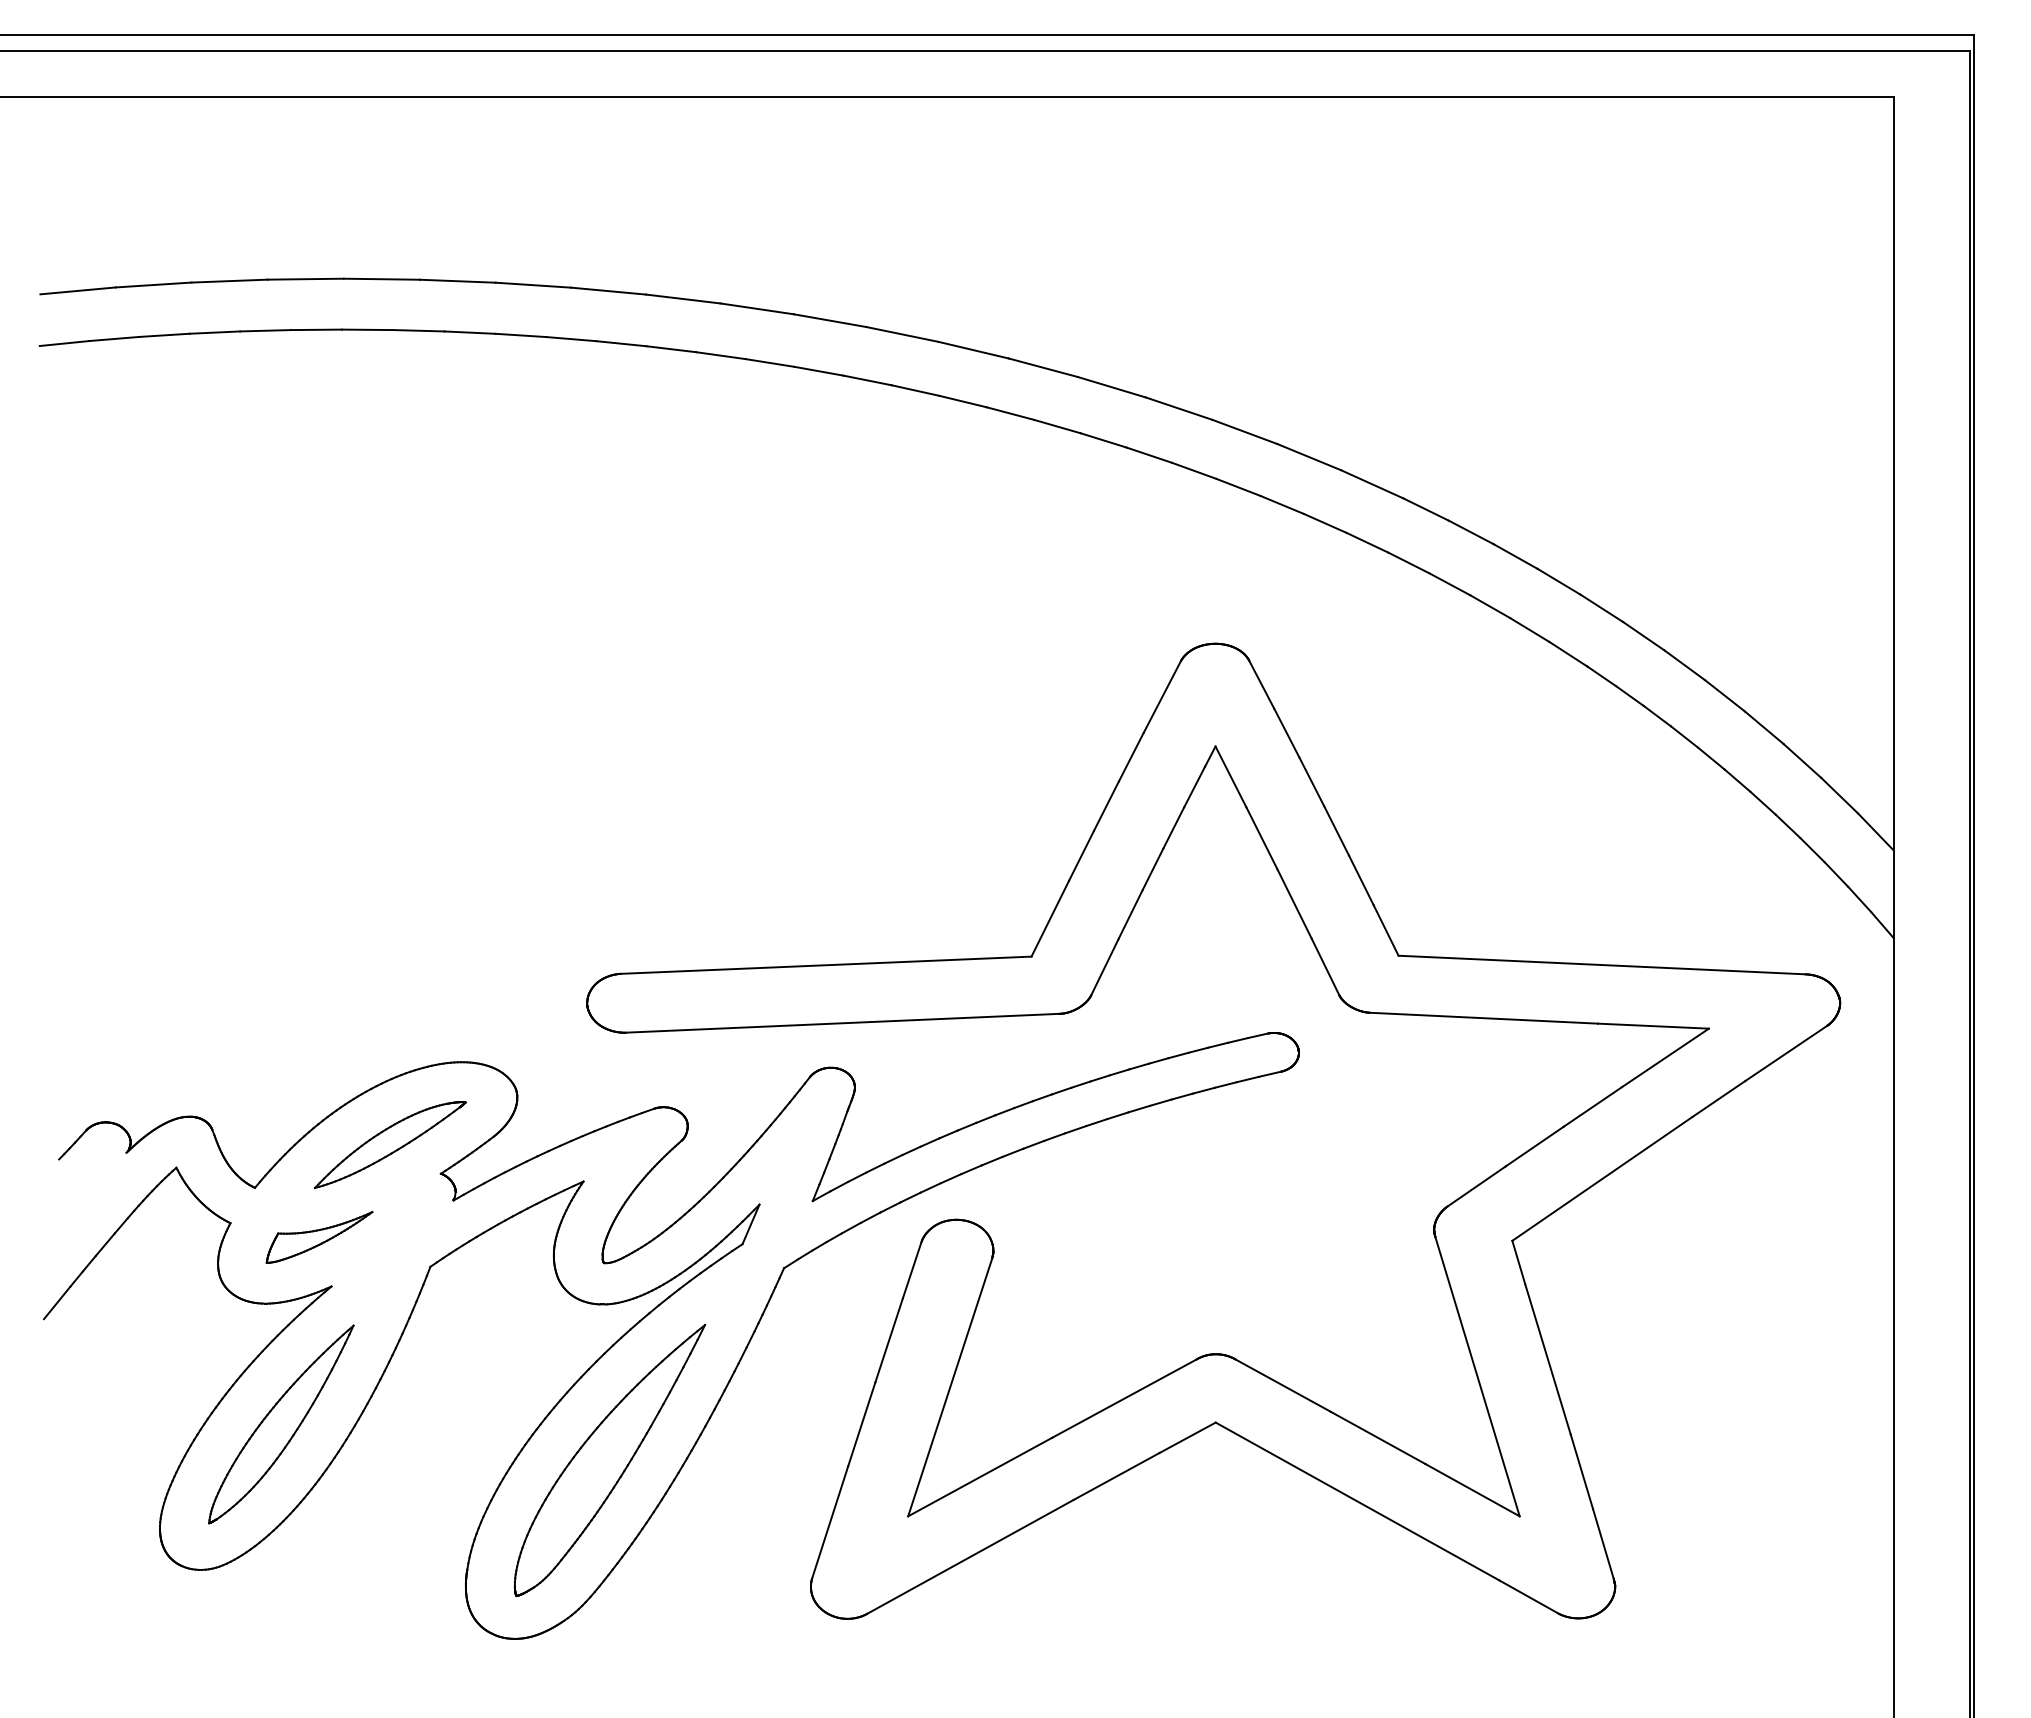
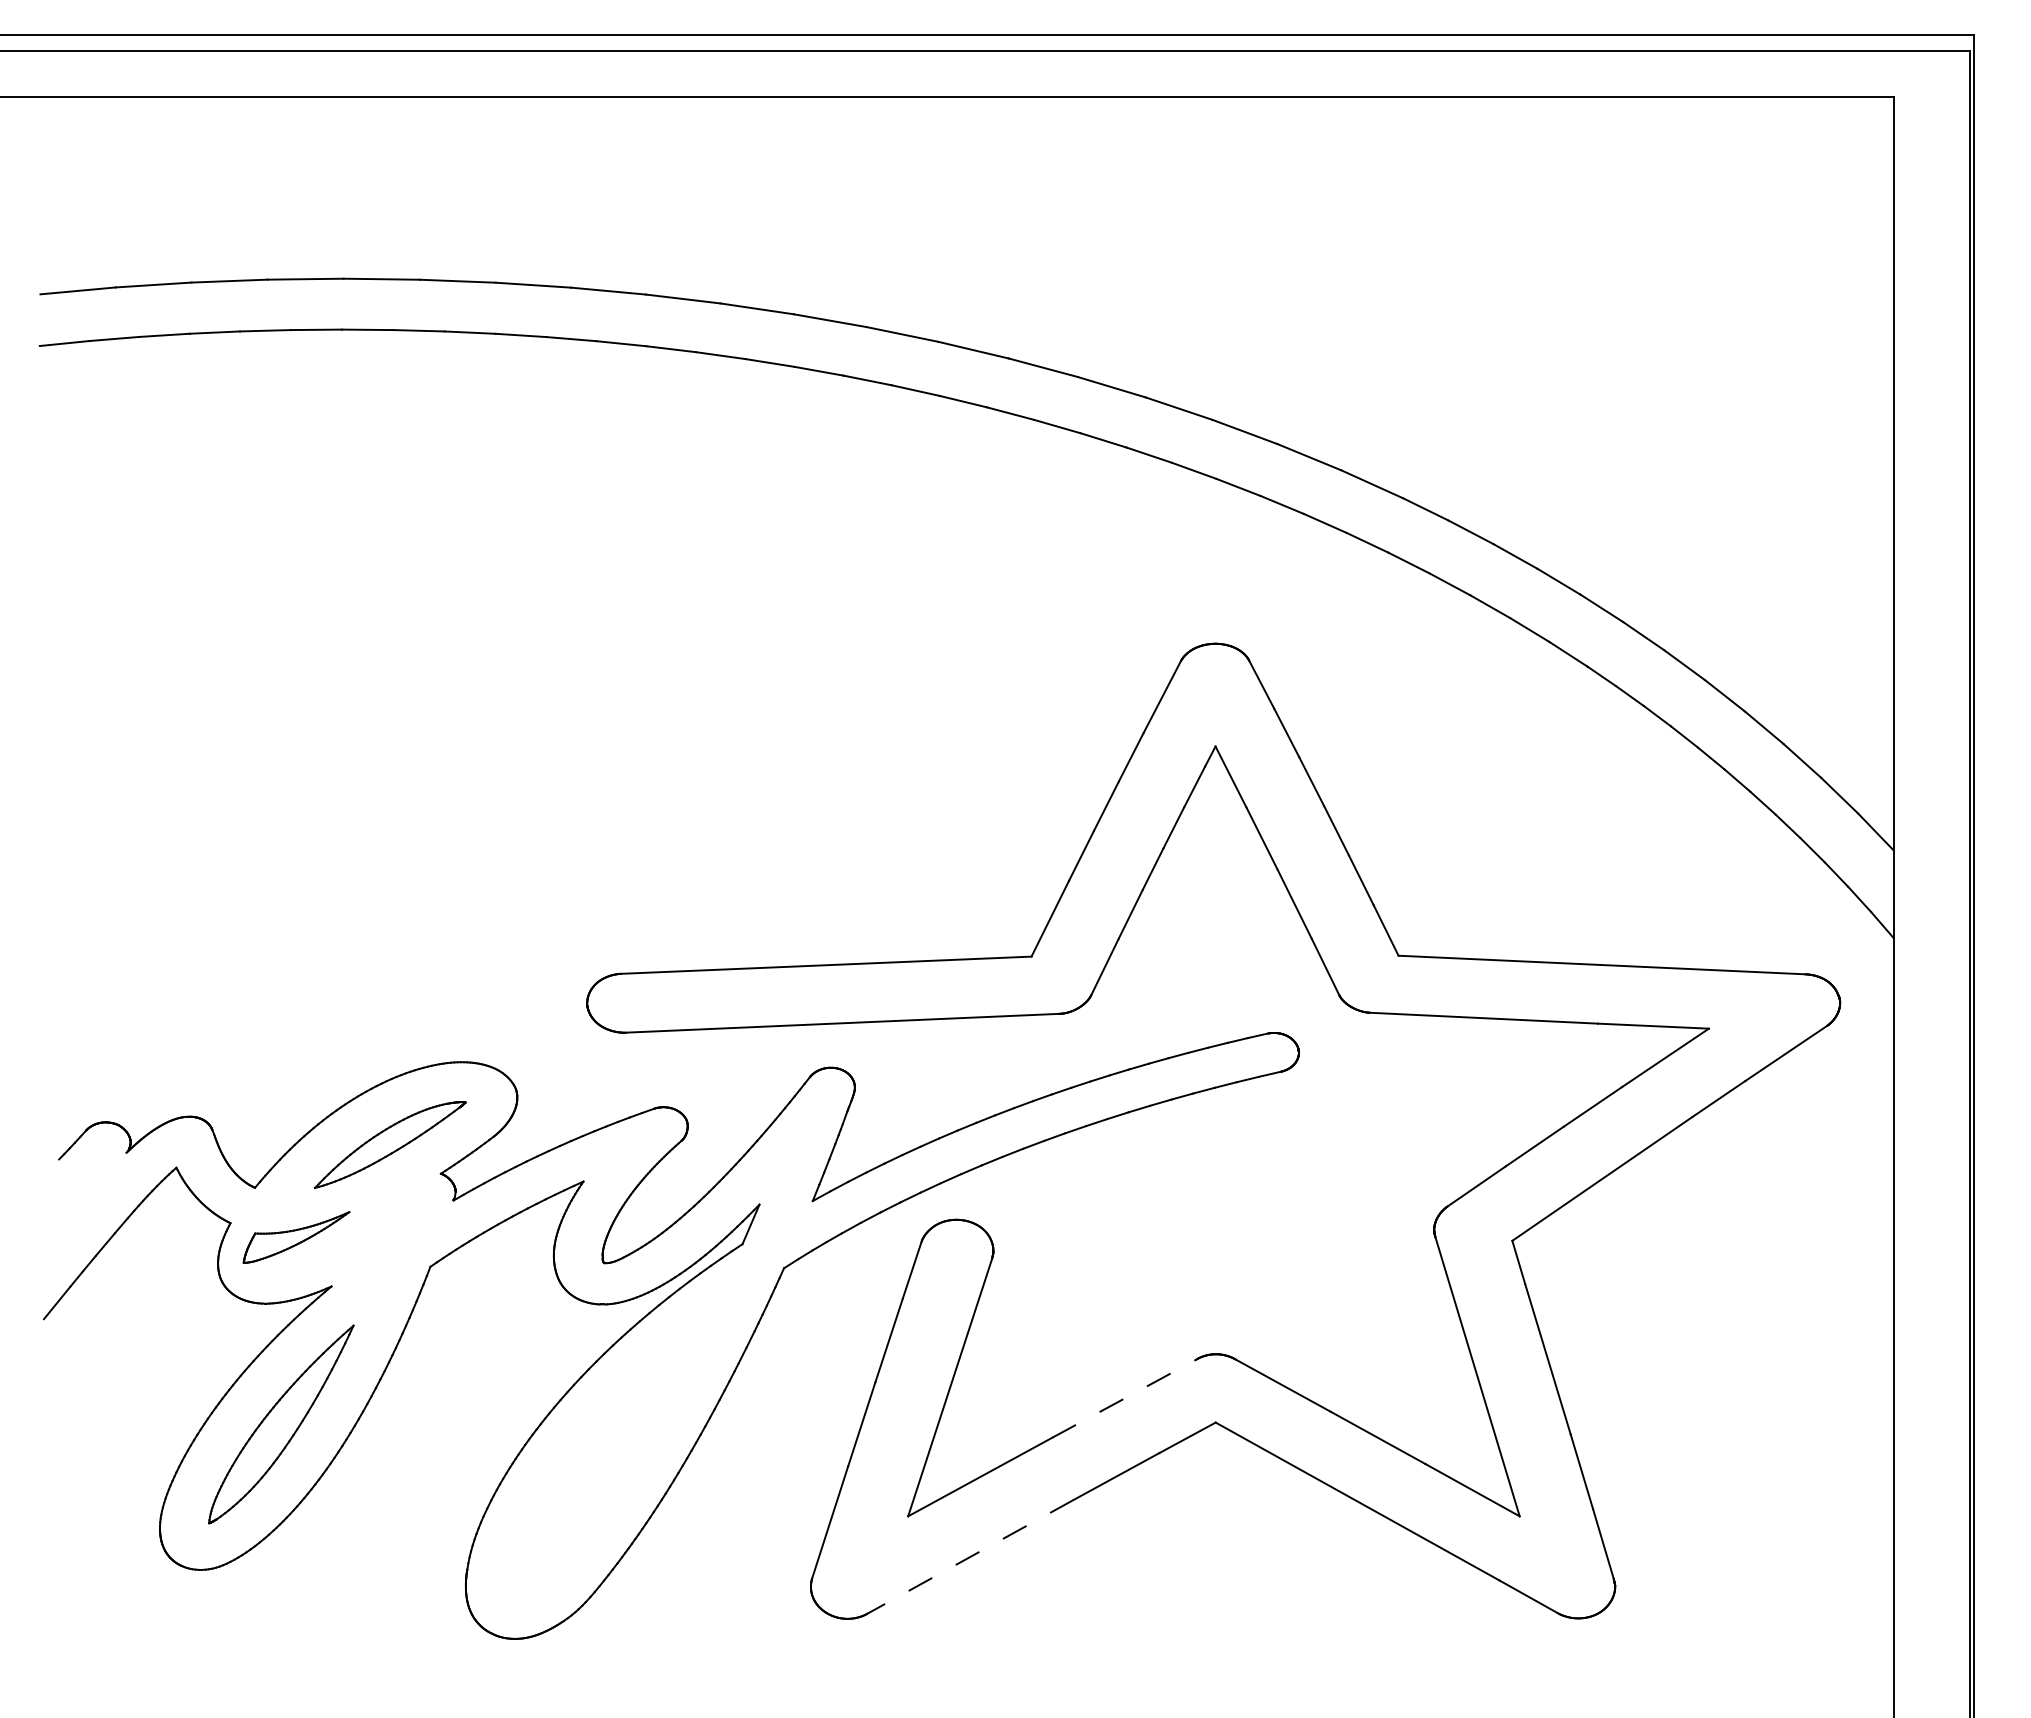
part at (319, 1237) position: (319, 1237) -> (296, 1237)
line at (1124, 1398): solid -> dashed
part at (609, 1460): present -> none
line at (970, 1556): solid -> dashed
